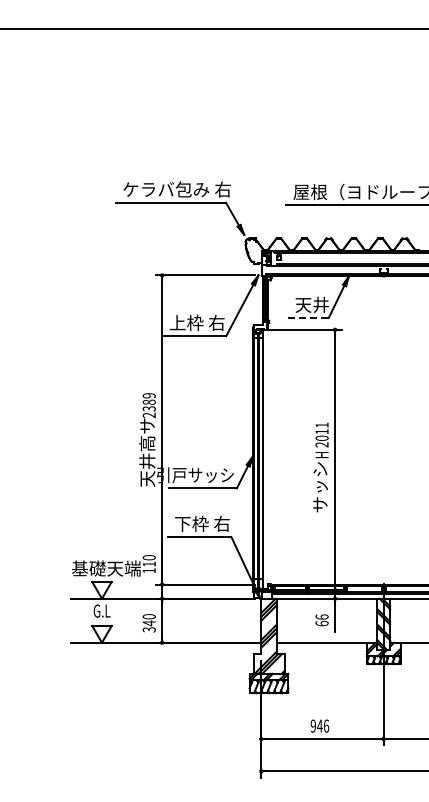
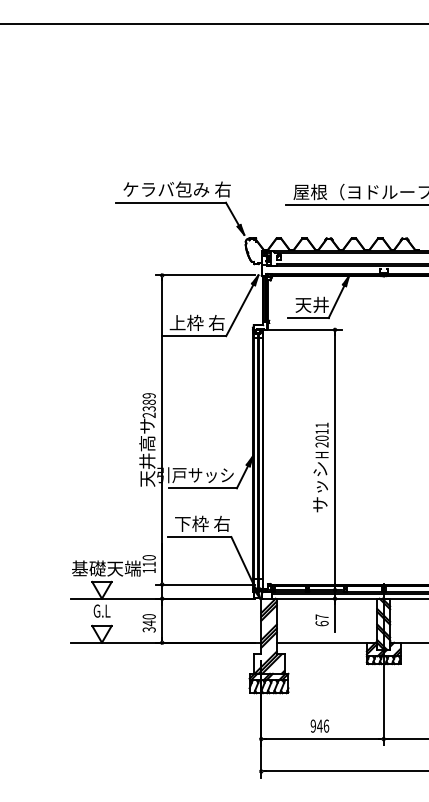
line at (213, 29) position: (213, 29) -> (213, 24)
line at (308, 318): dashed -> solid
text at (321, 616): 66 -> 67
